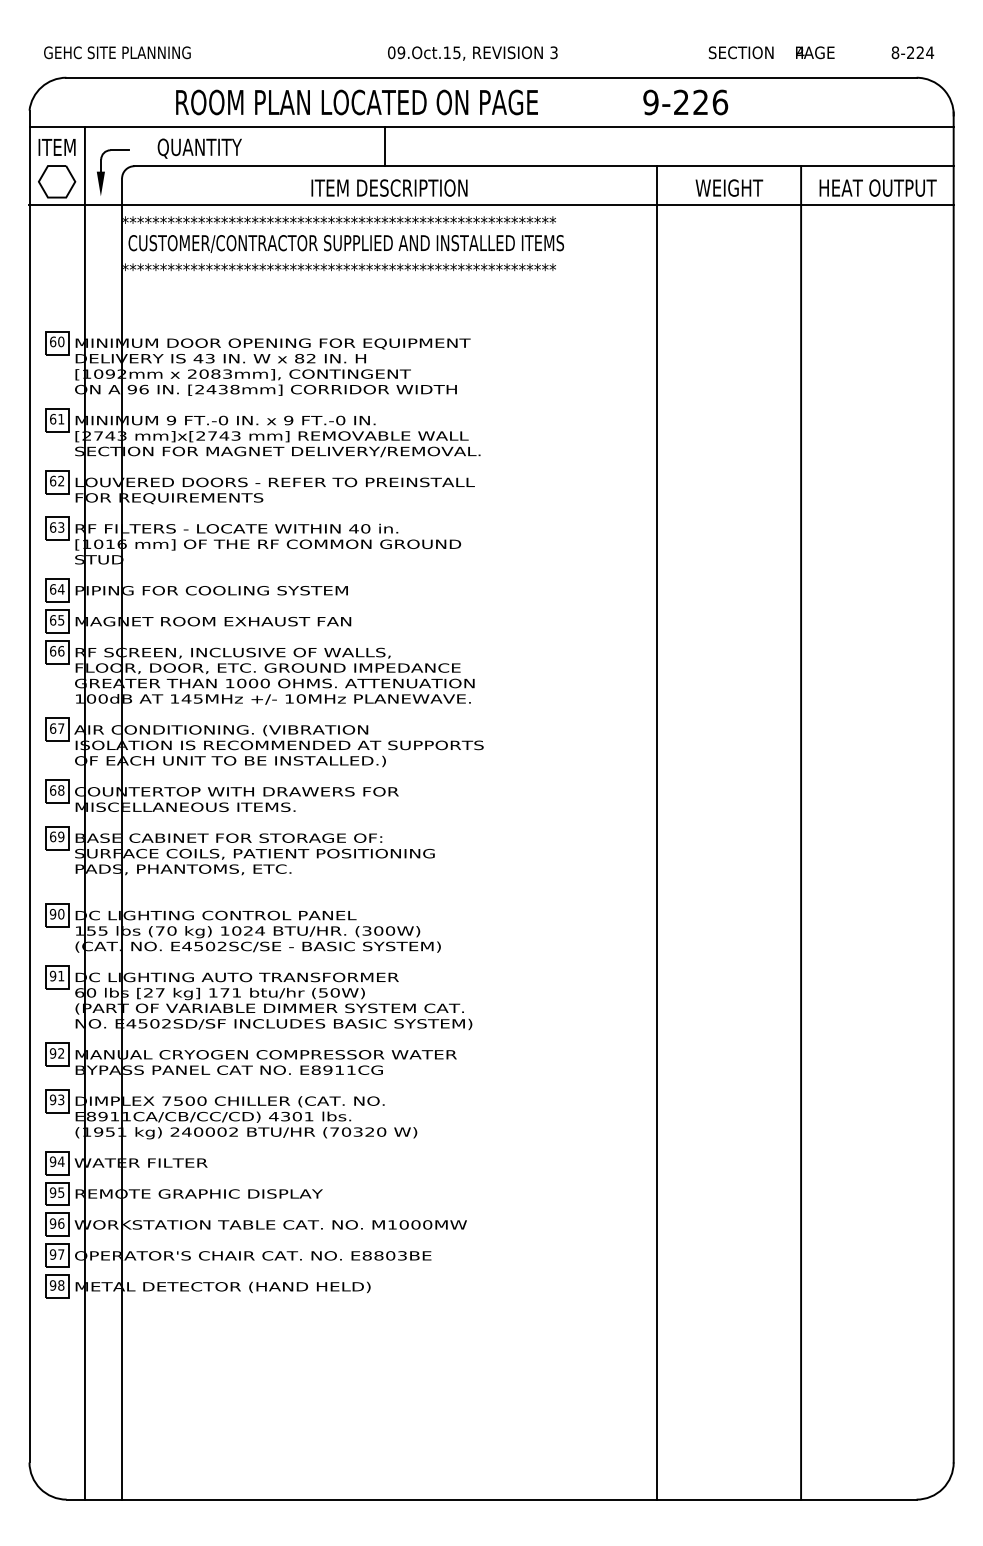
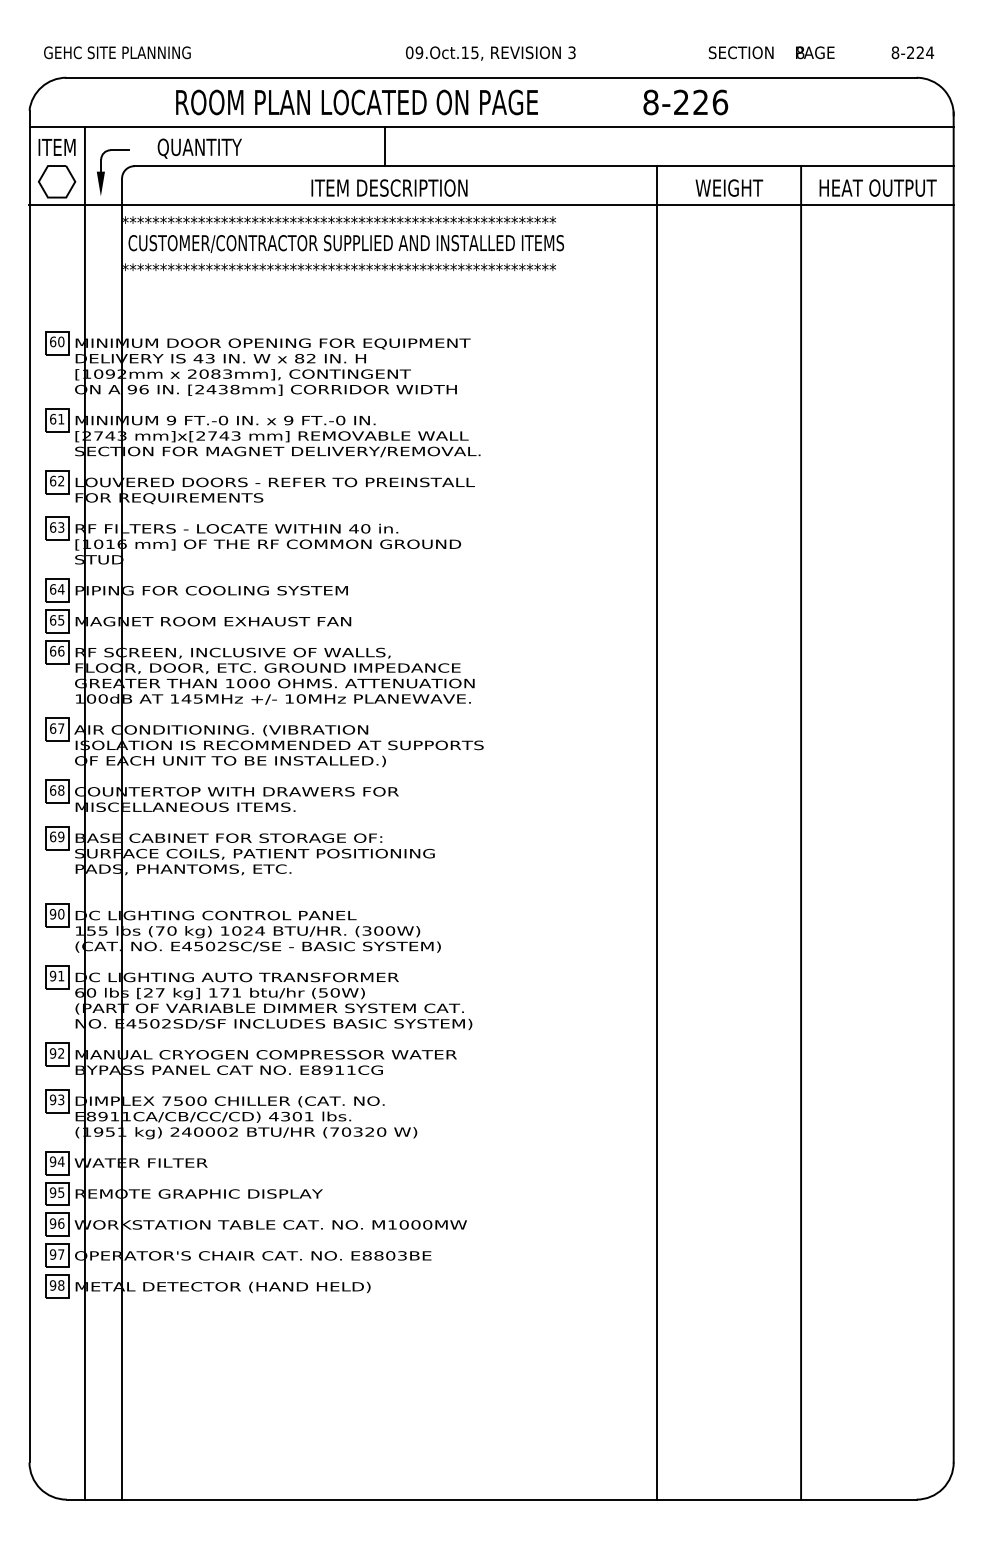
text at (800, 52): 4 -> 8
text at (472, 53) position: (472, 53) -> (490, 53)
text at (650, 102): 9-226 -> 8-226
